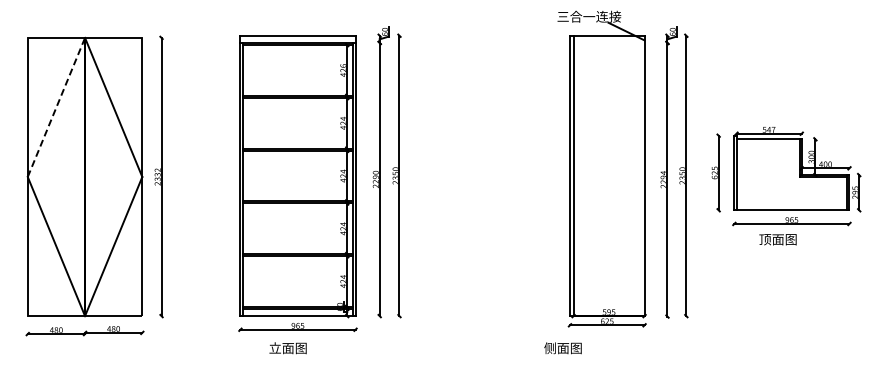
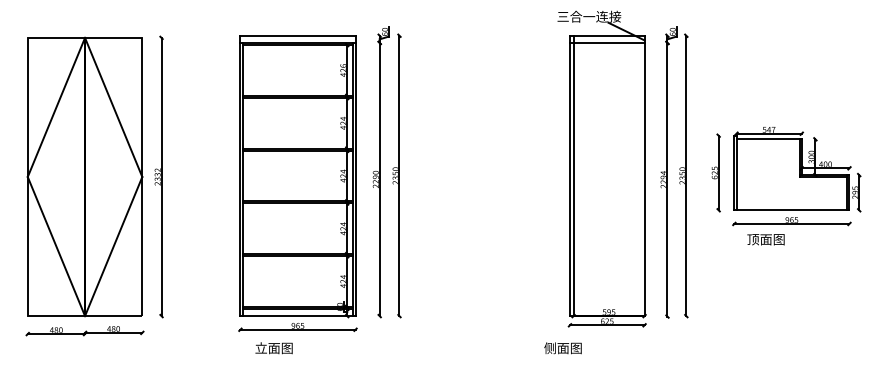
line at (607, 42): none -> present
line at (56, 106): dashed -> solid
text at (777, 239) position: (777, 239) -> (765, 239)
text at (287, 348) position: (287, 348) -> (273, 348)
